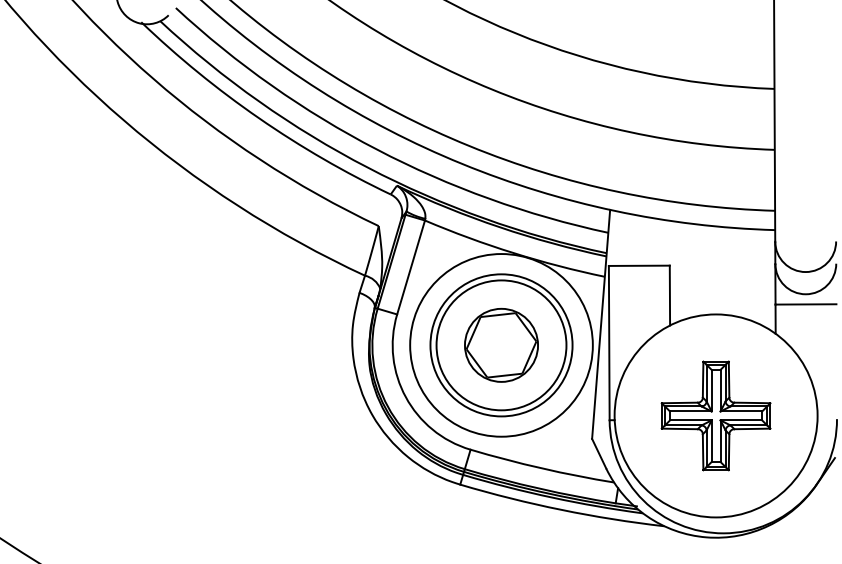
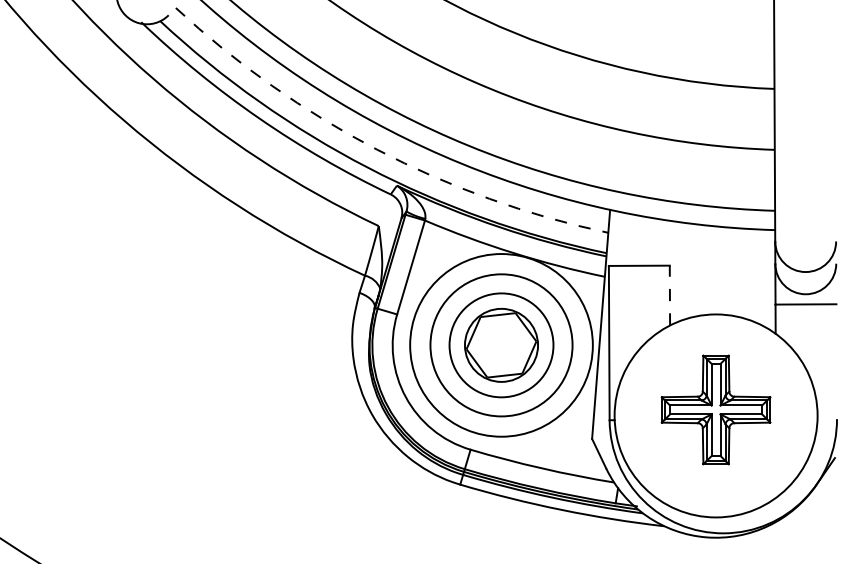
arc at (376, 149): solid -> dashed
line at (669, 295): solid -> dashed
circle at (501, 345) diameter: 130 px -> 104 px
part at (715, 415) position: (715, 415) -> (715, 409)
